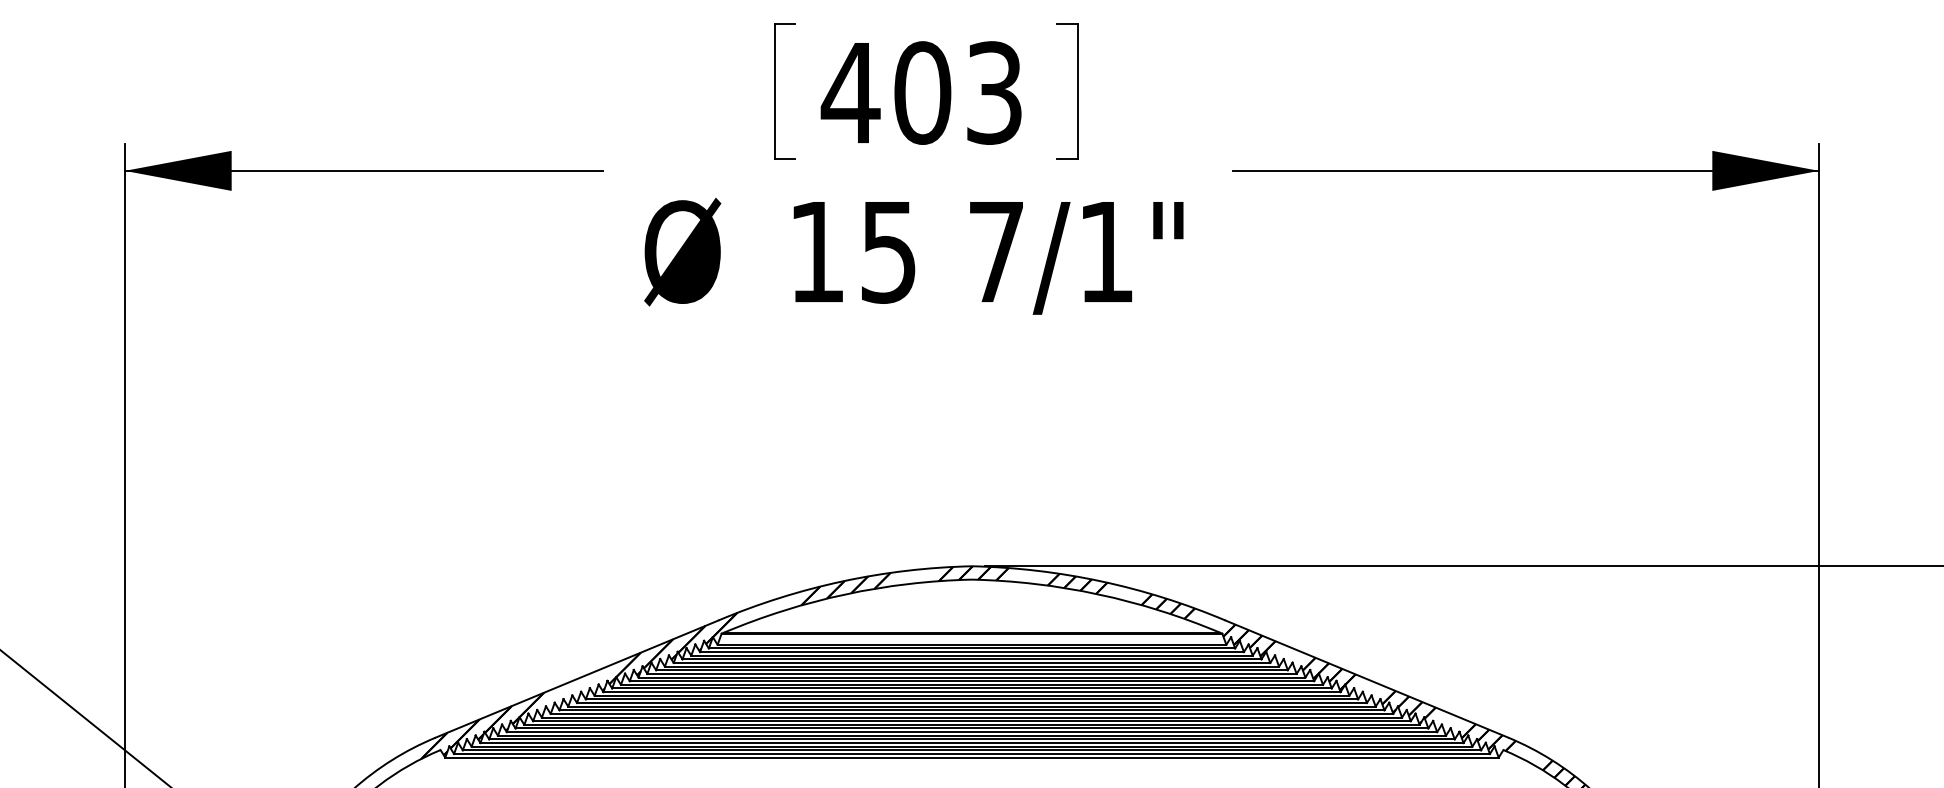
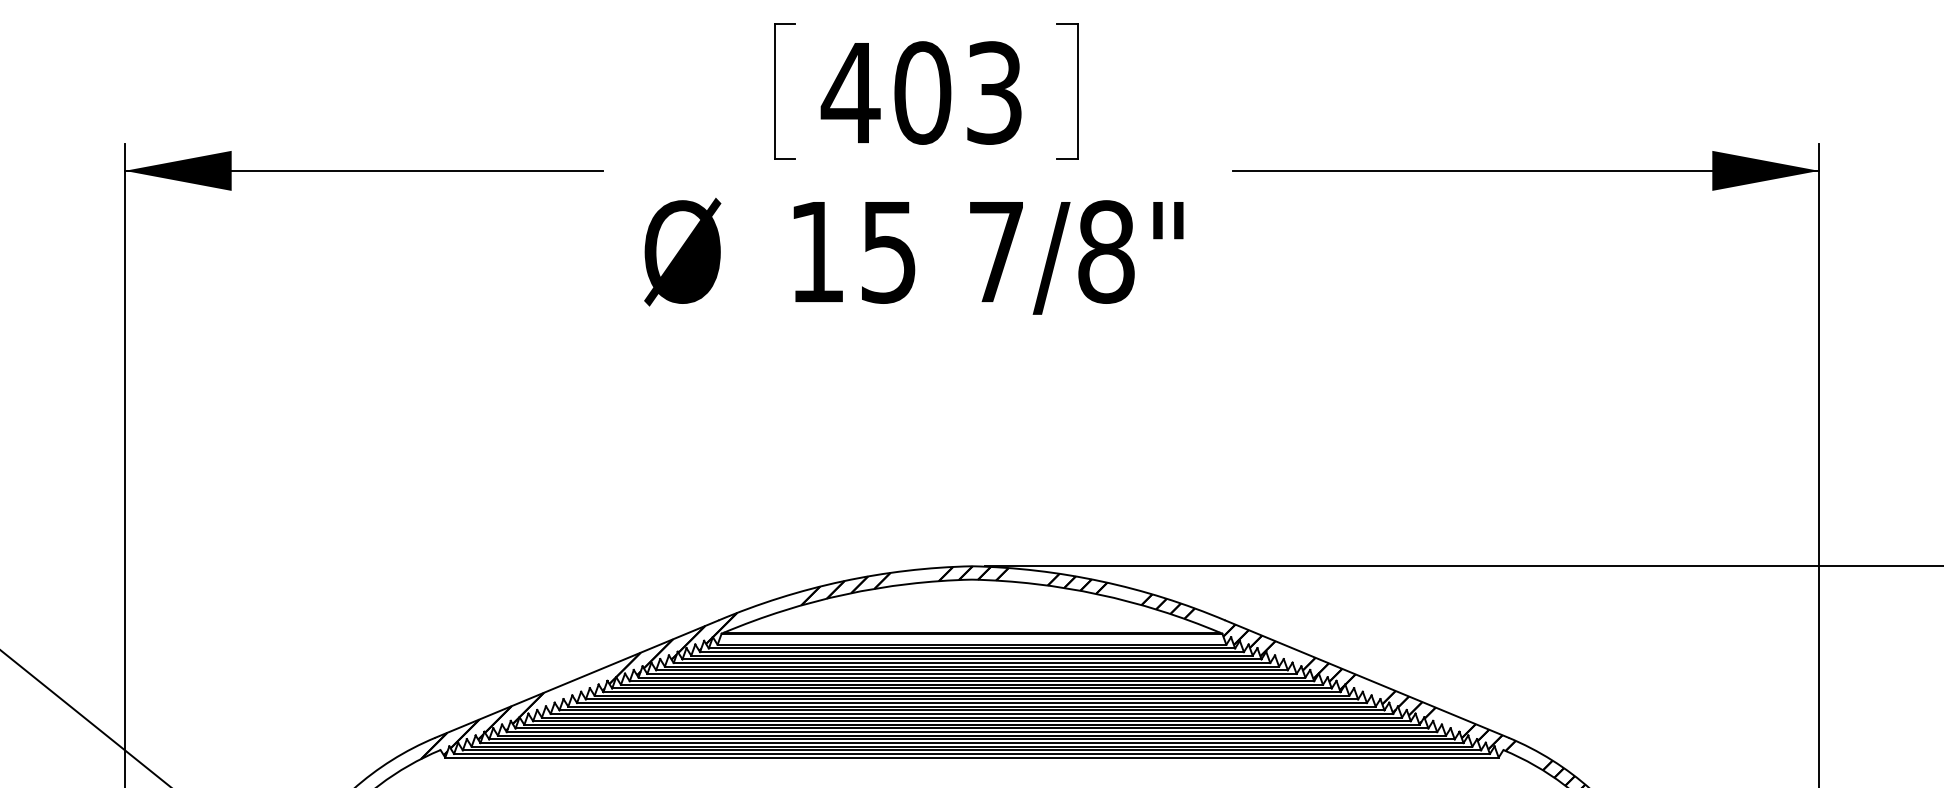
text at (1106, 251): 7/1" -> 7/8"
